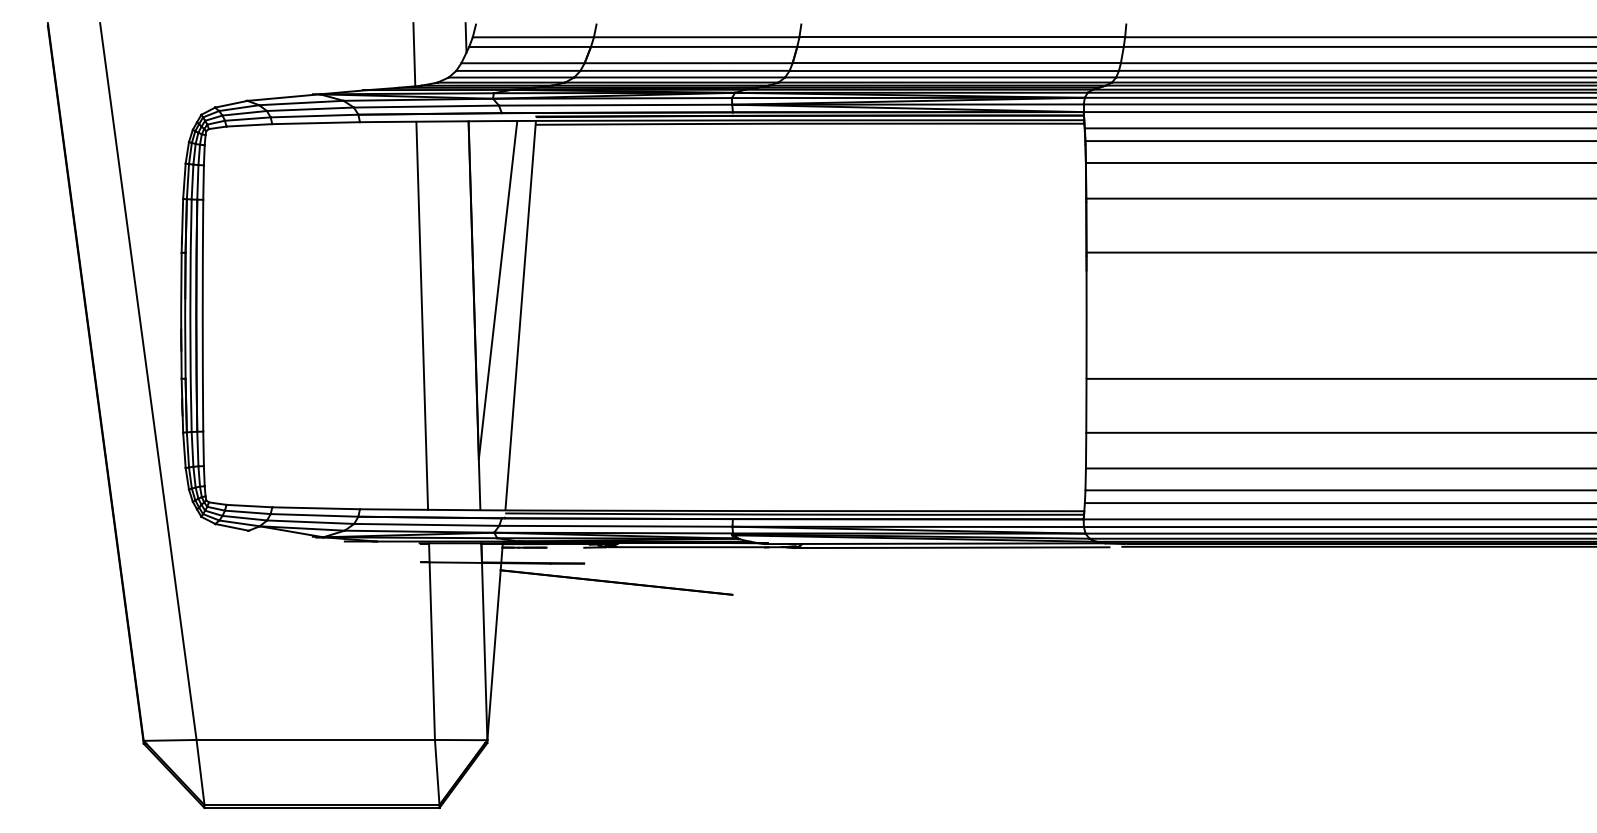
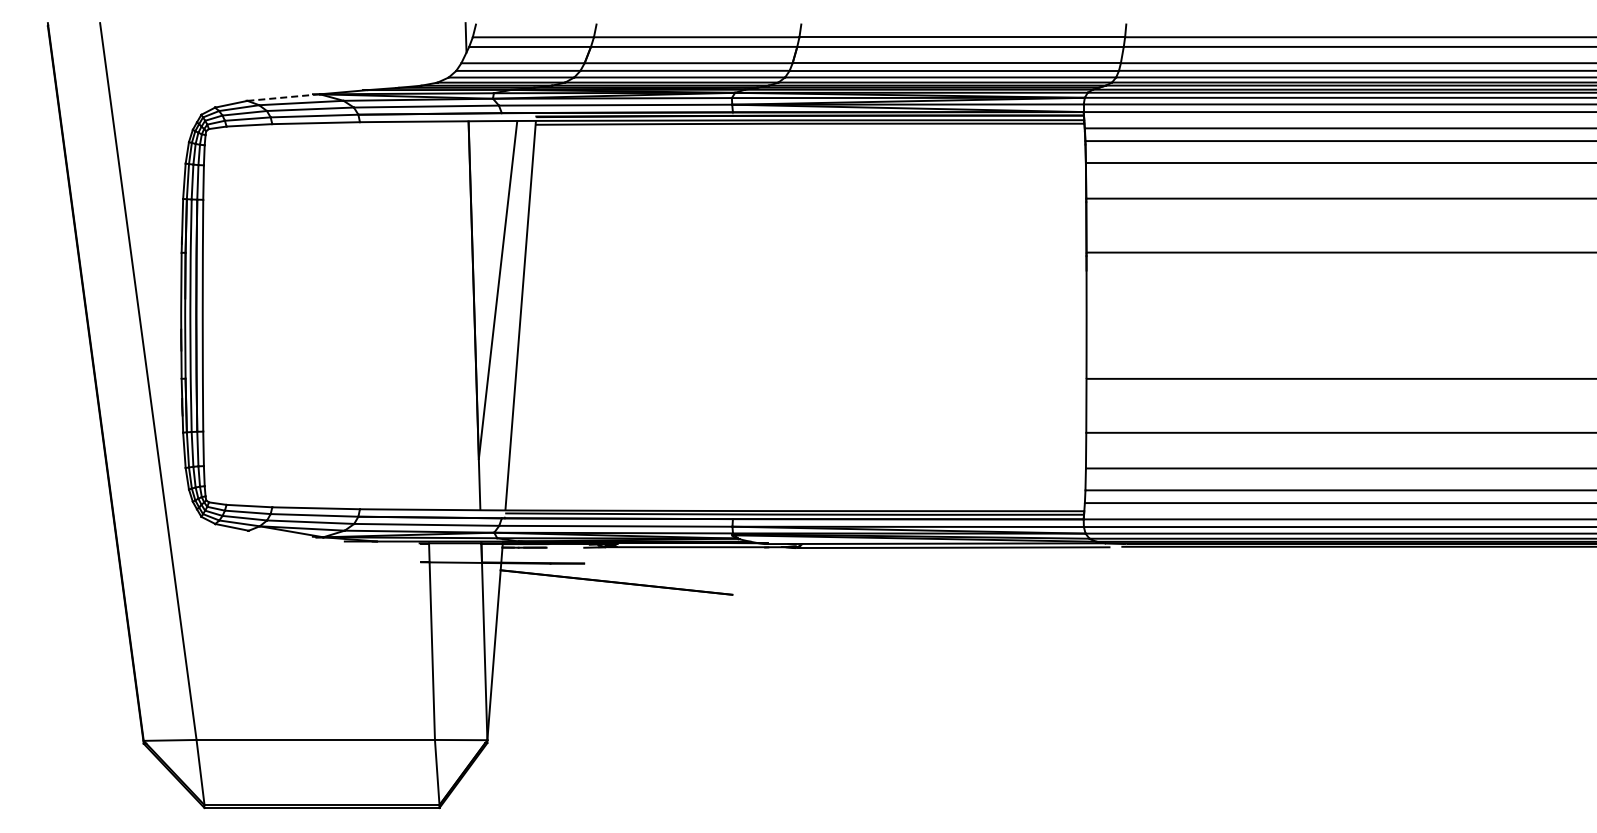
line at (414, 54): present -> none
line at (283, 97): solid -> dashed
line at (422, 315): present -> none
